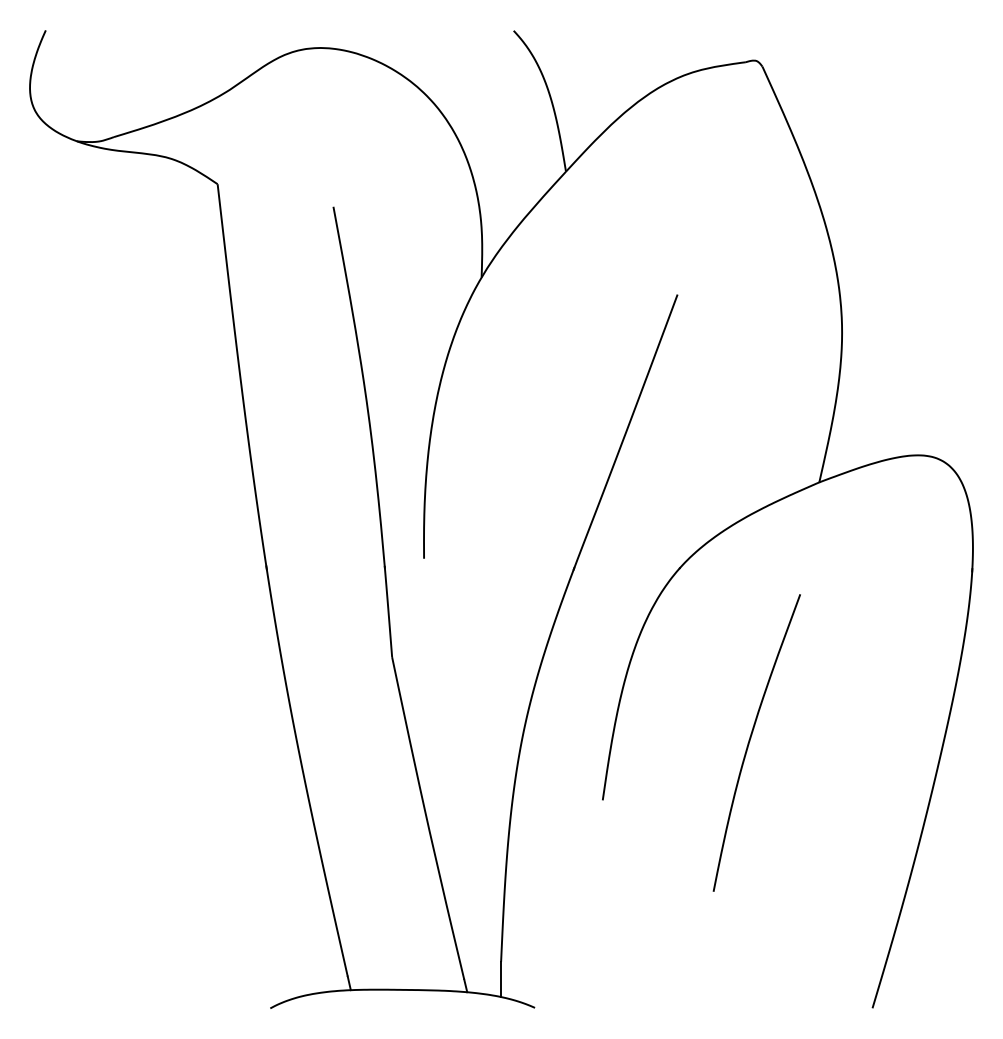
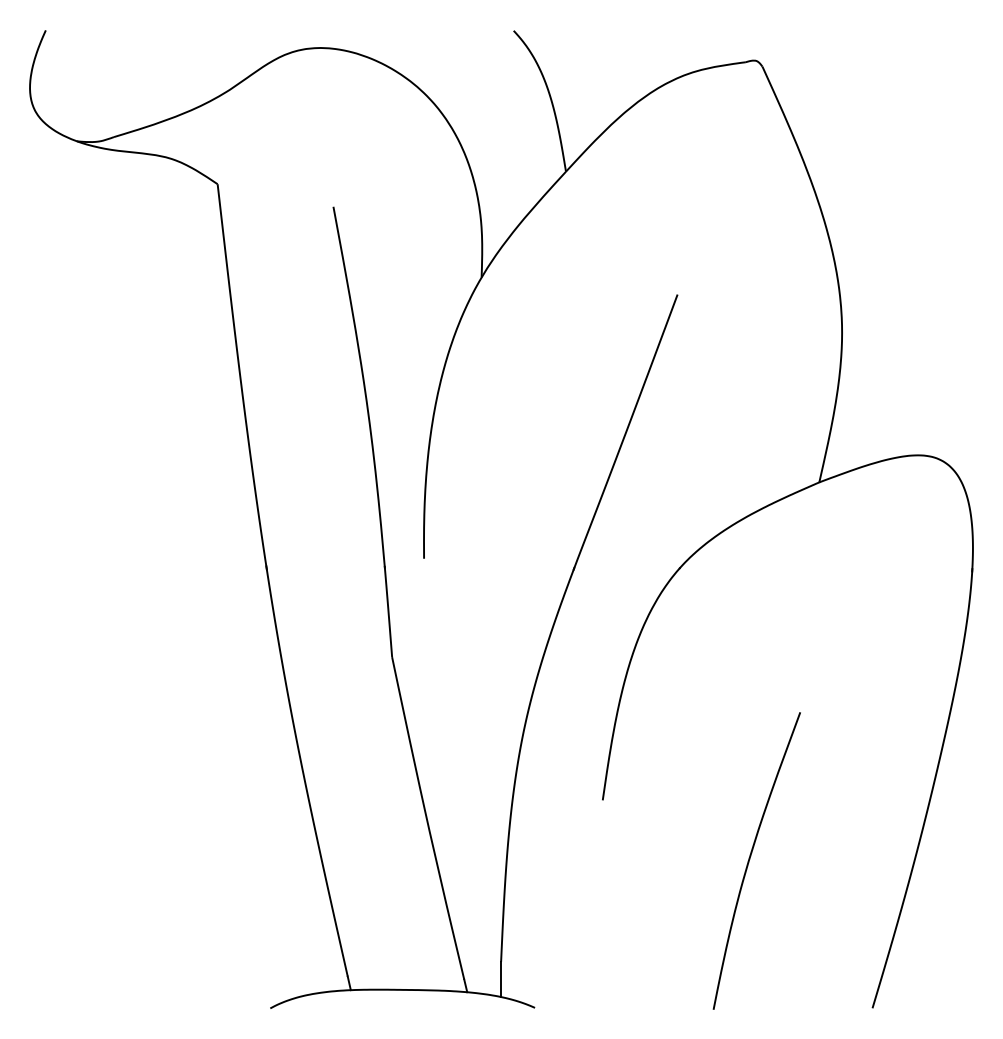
curve at (750, 741) position: (750, 741) -> (750, 859)
